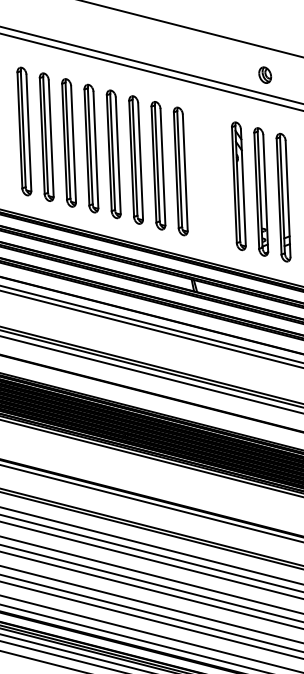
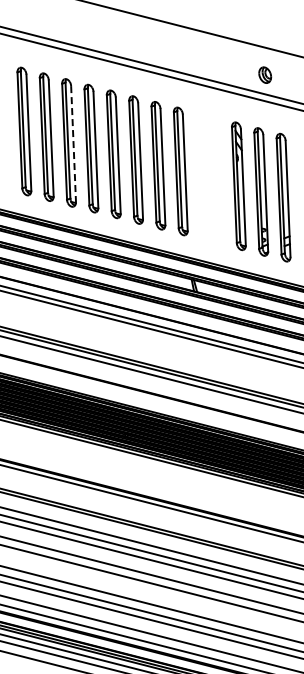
line at (73, 144): solid -> dashed
line at (151, 590): present -> none
